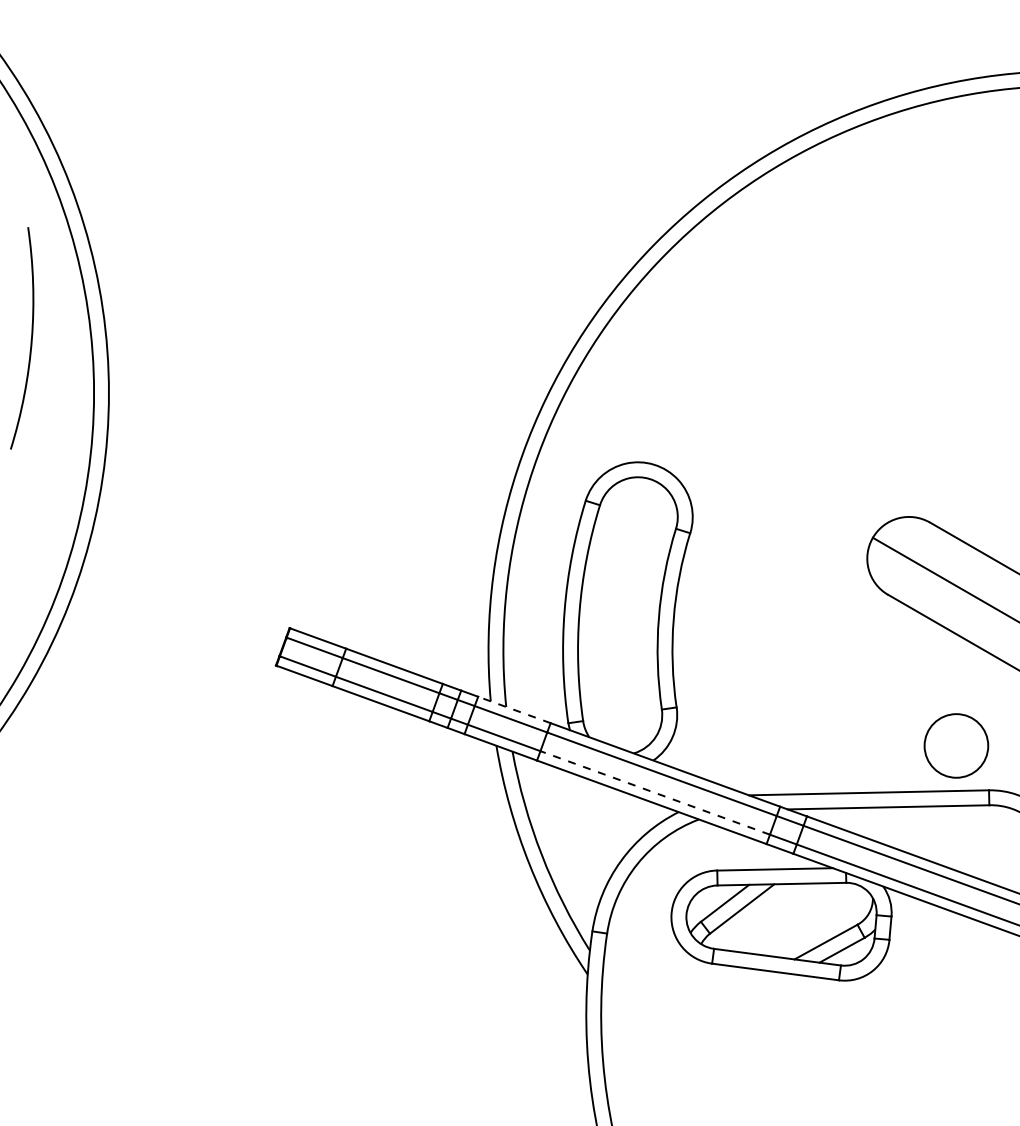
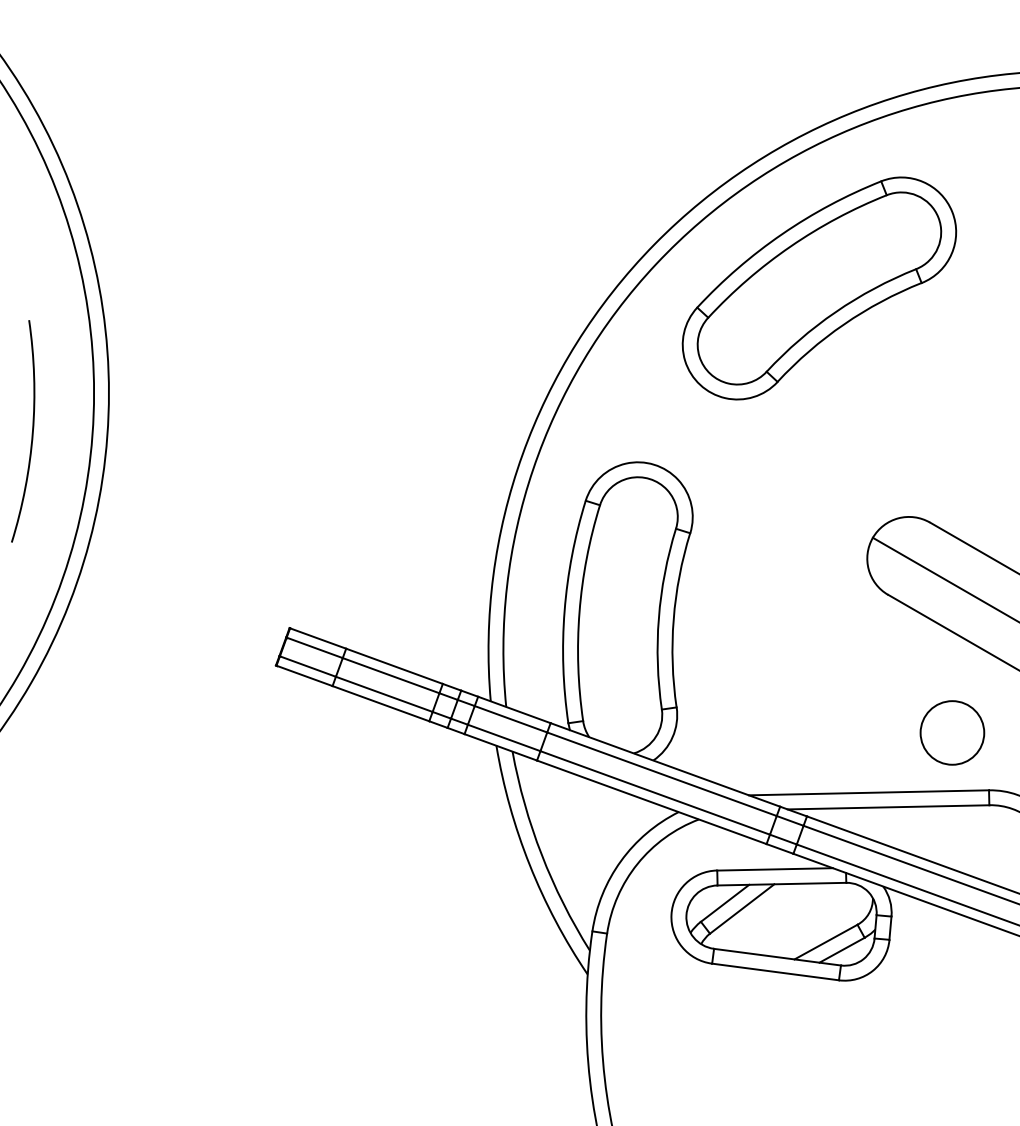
part at (819, 288): none -> present
arc at (30, 340) position: (30, 340) -> (31, 433)
line at (514, 709): dashed -> solid
circle at (956, 745) position: (956, 745) -> (952, 732)
line at (654, 792): dashed -> solid
